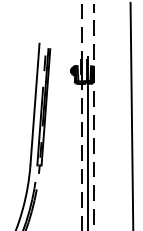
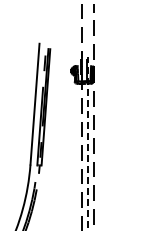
line at (131, 114): present -> none
line at (87, 144): solid -> dashed
